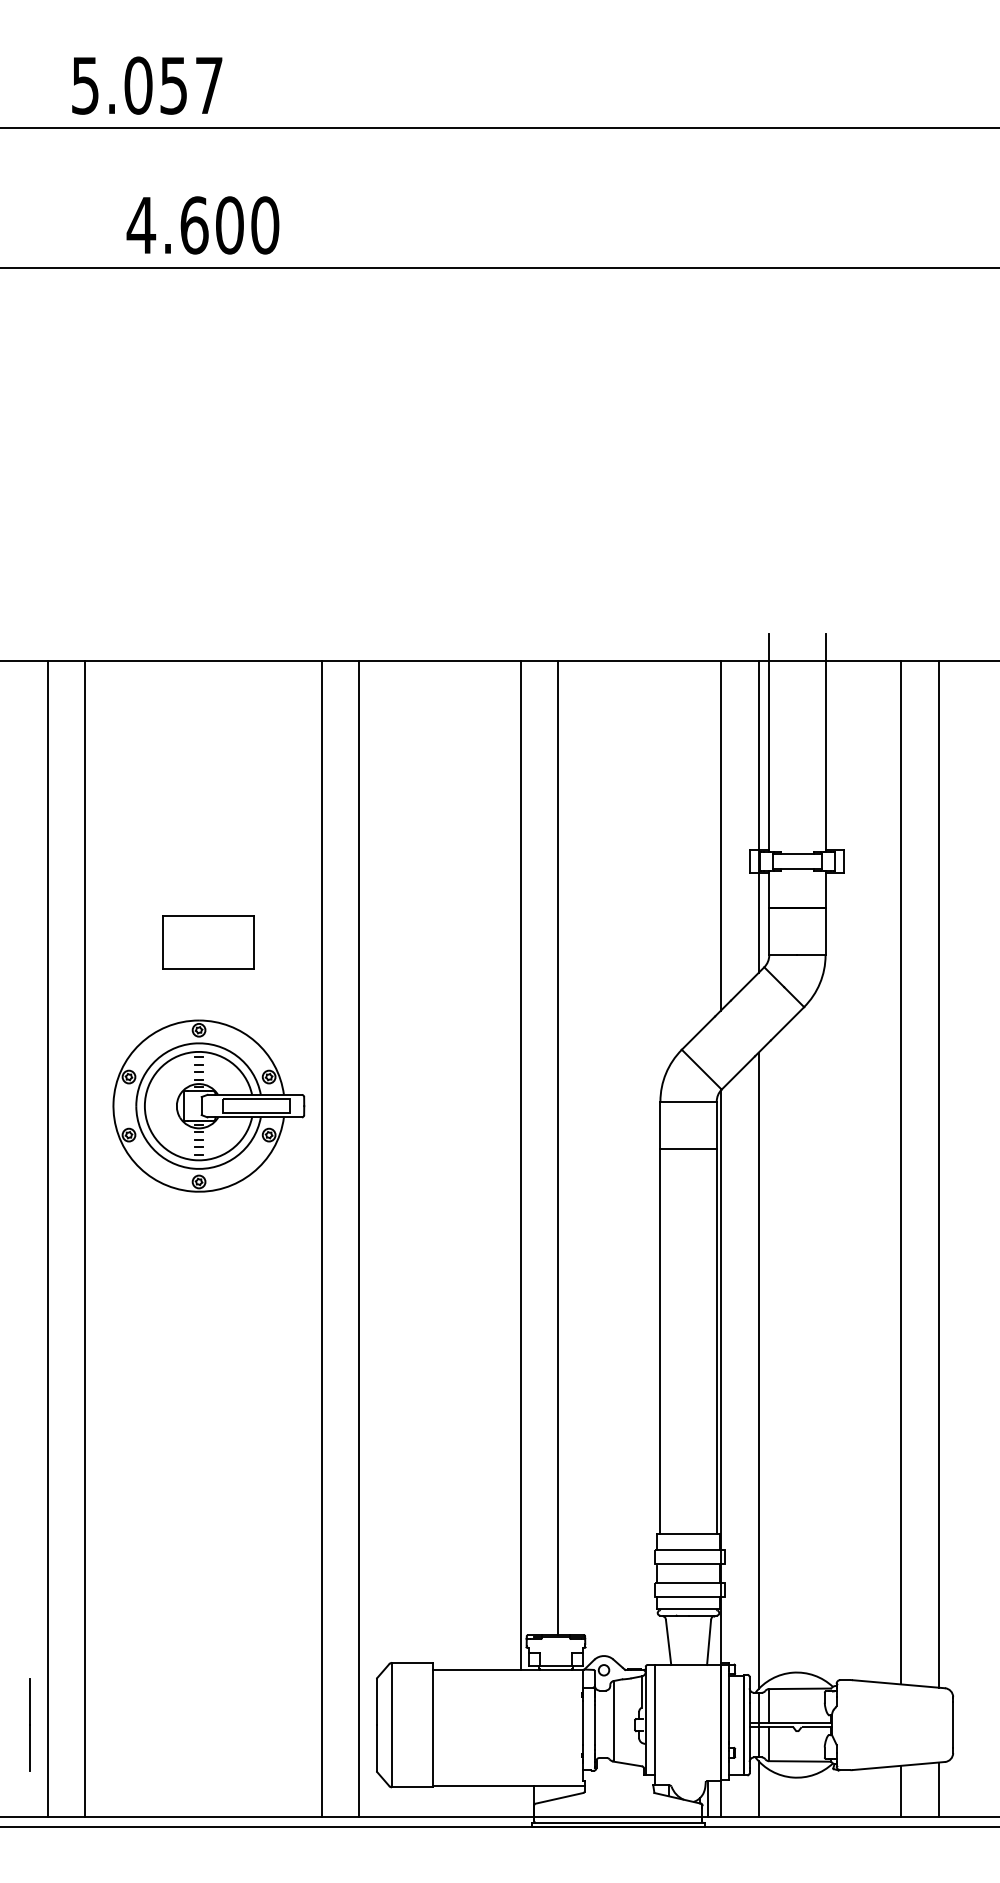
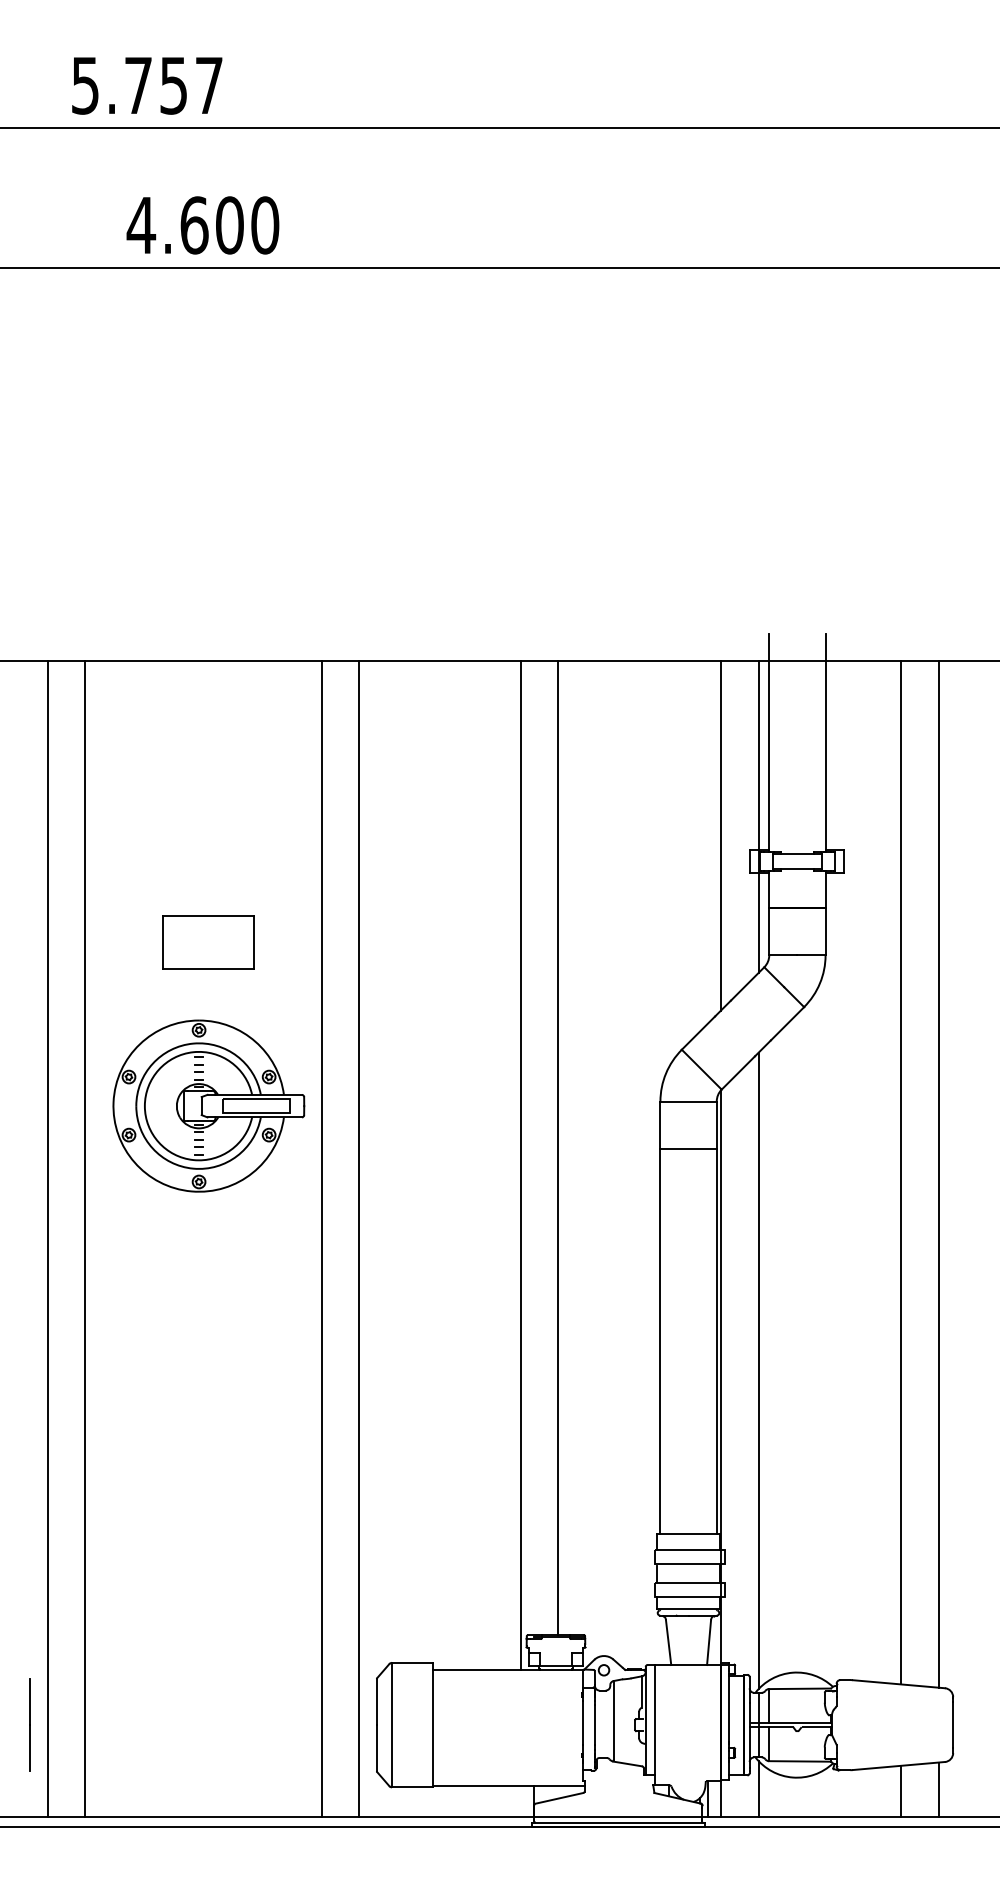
text at (138, 85): 5.057 -> 5.757
